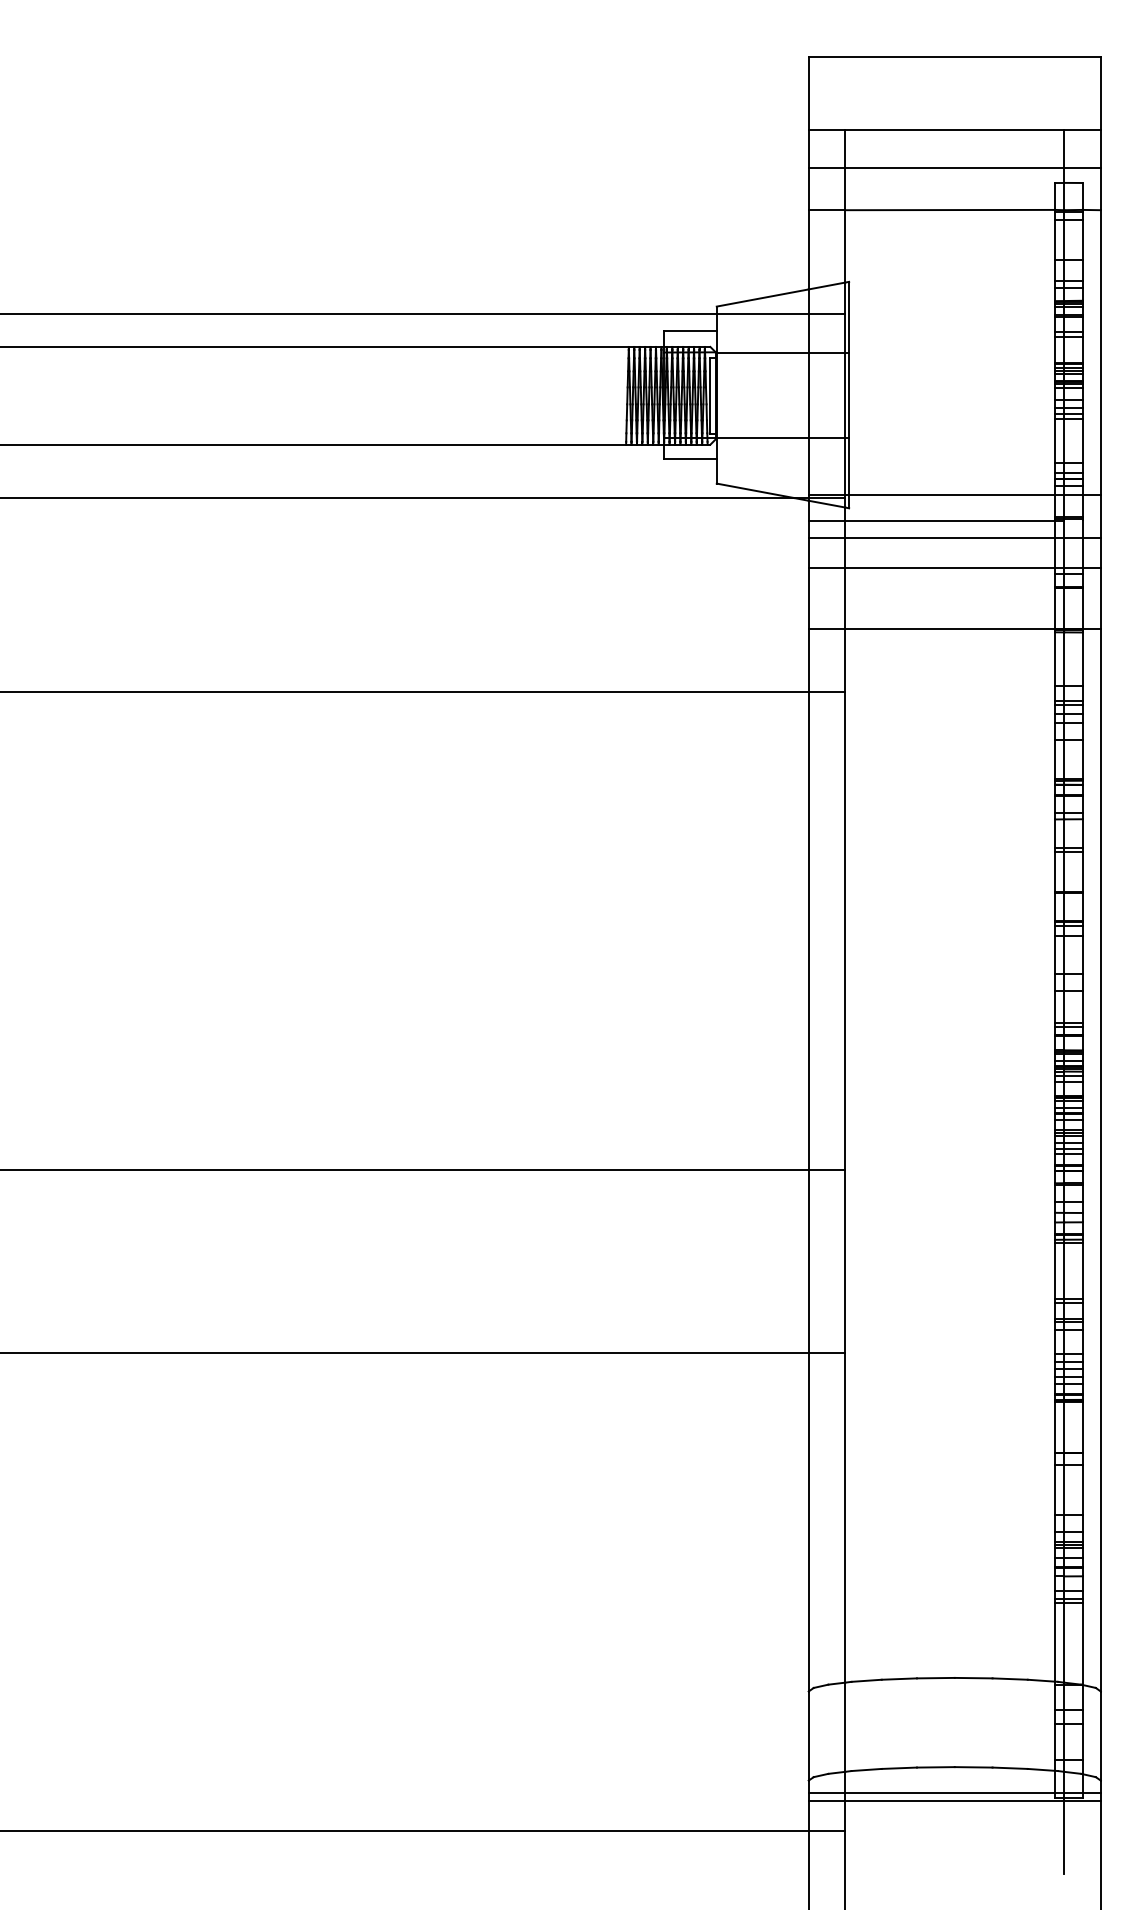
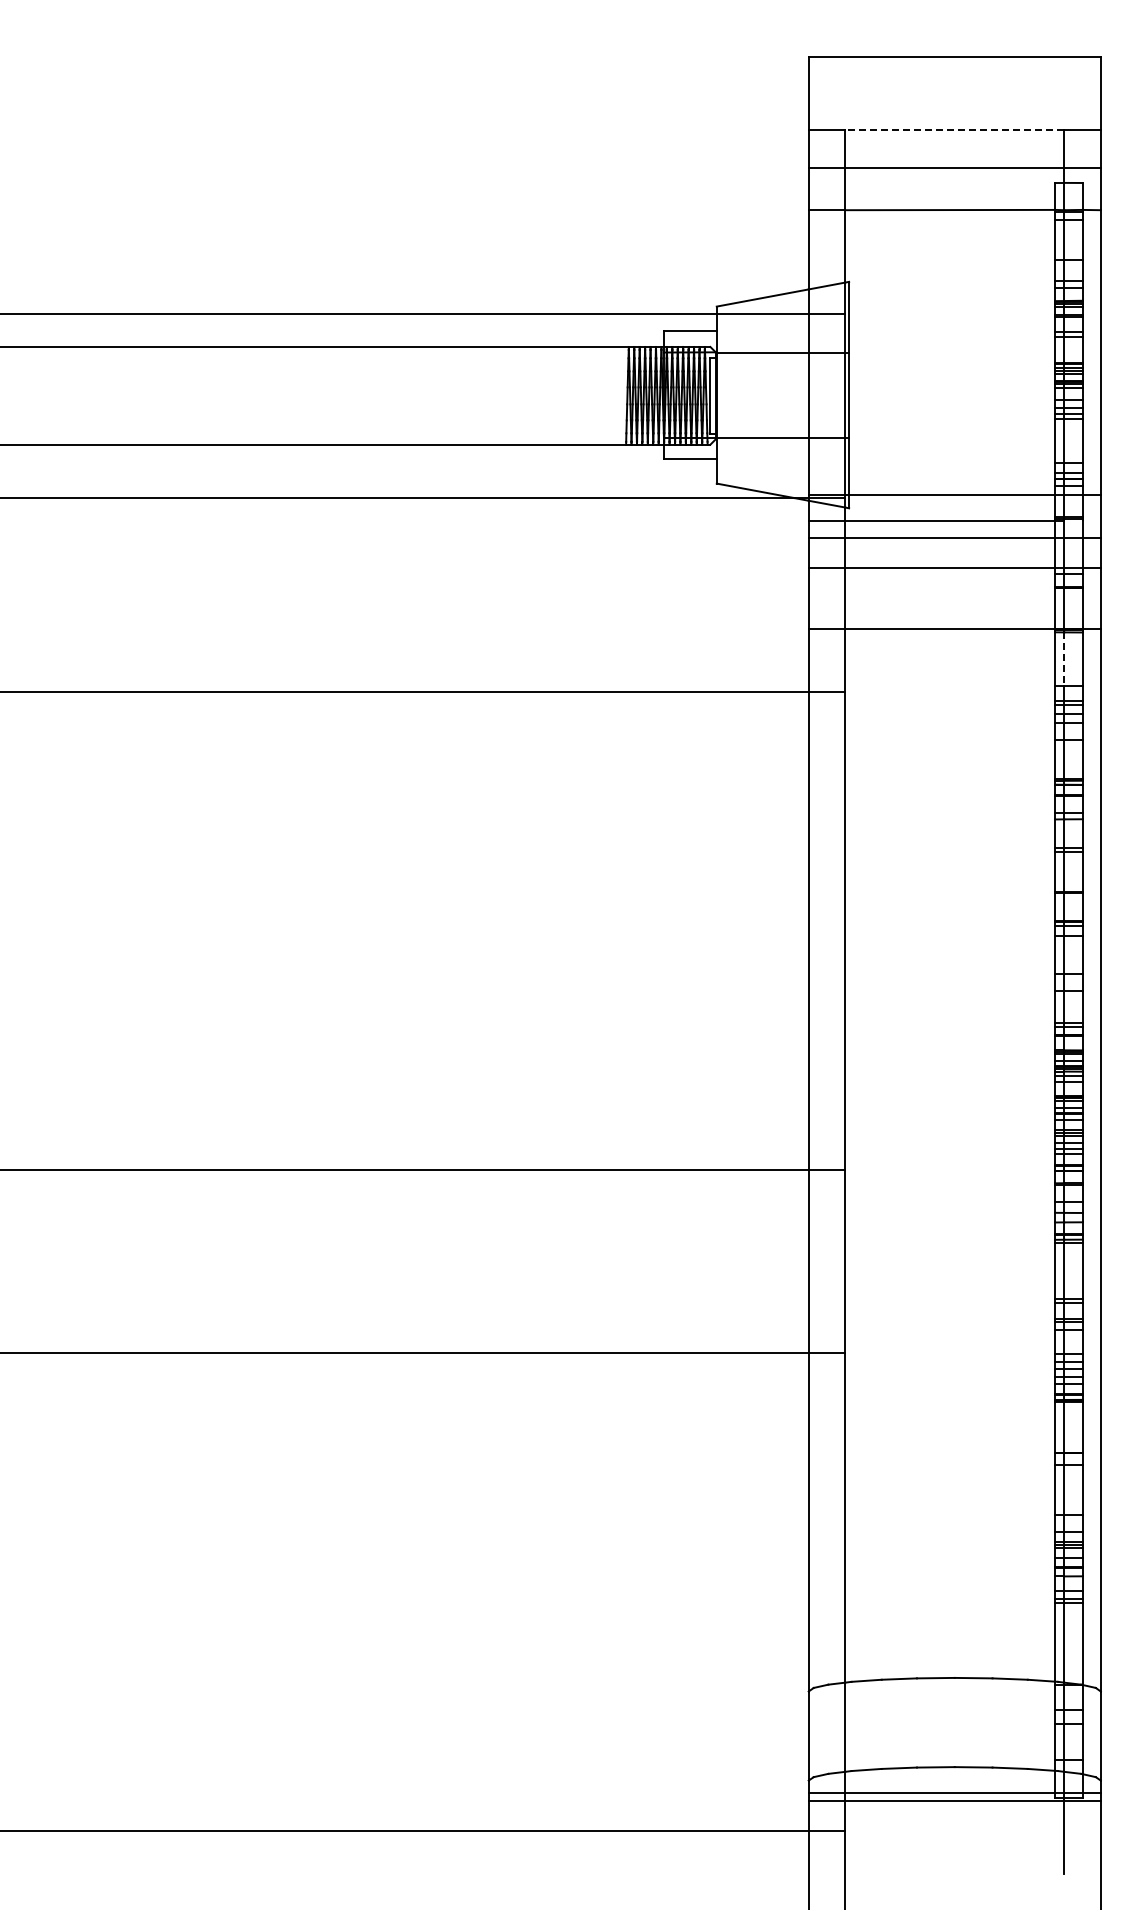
line at (954, 130): solid -> dashed
line at (1064, 659): solid -> dashed
